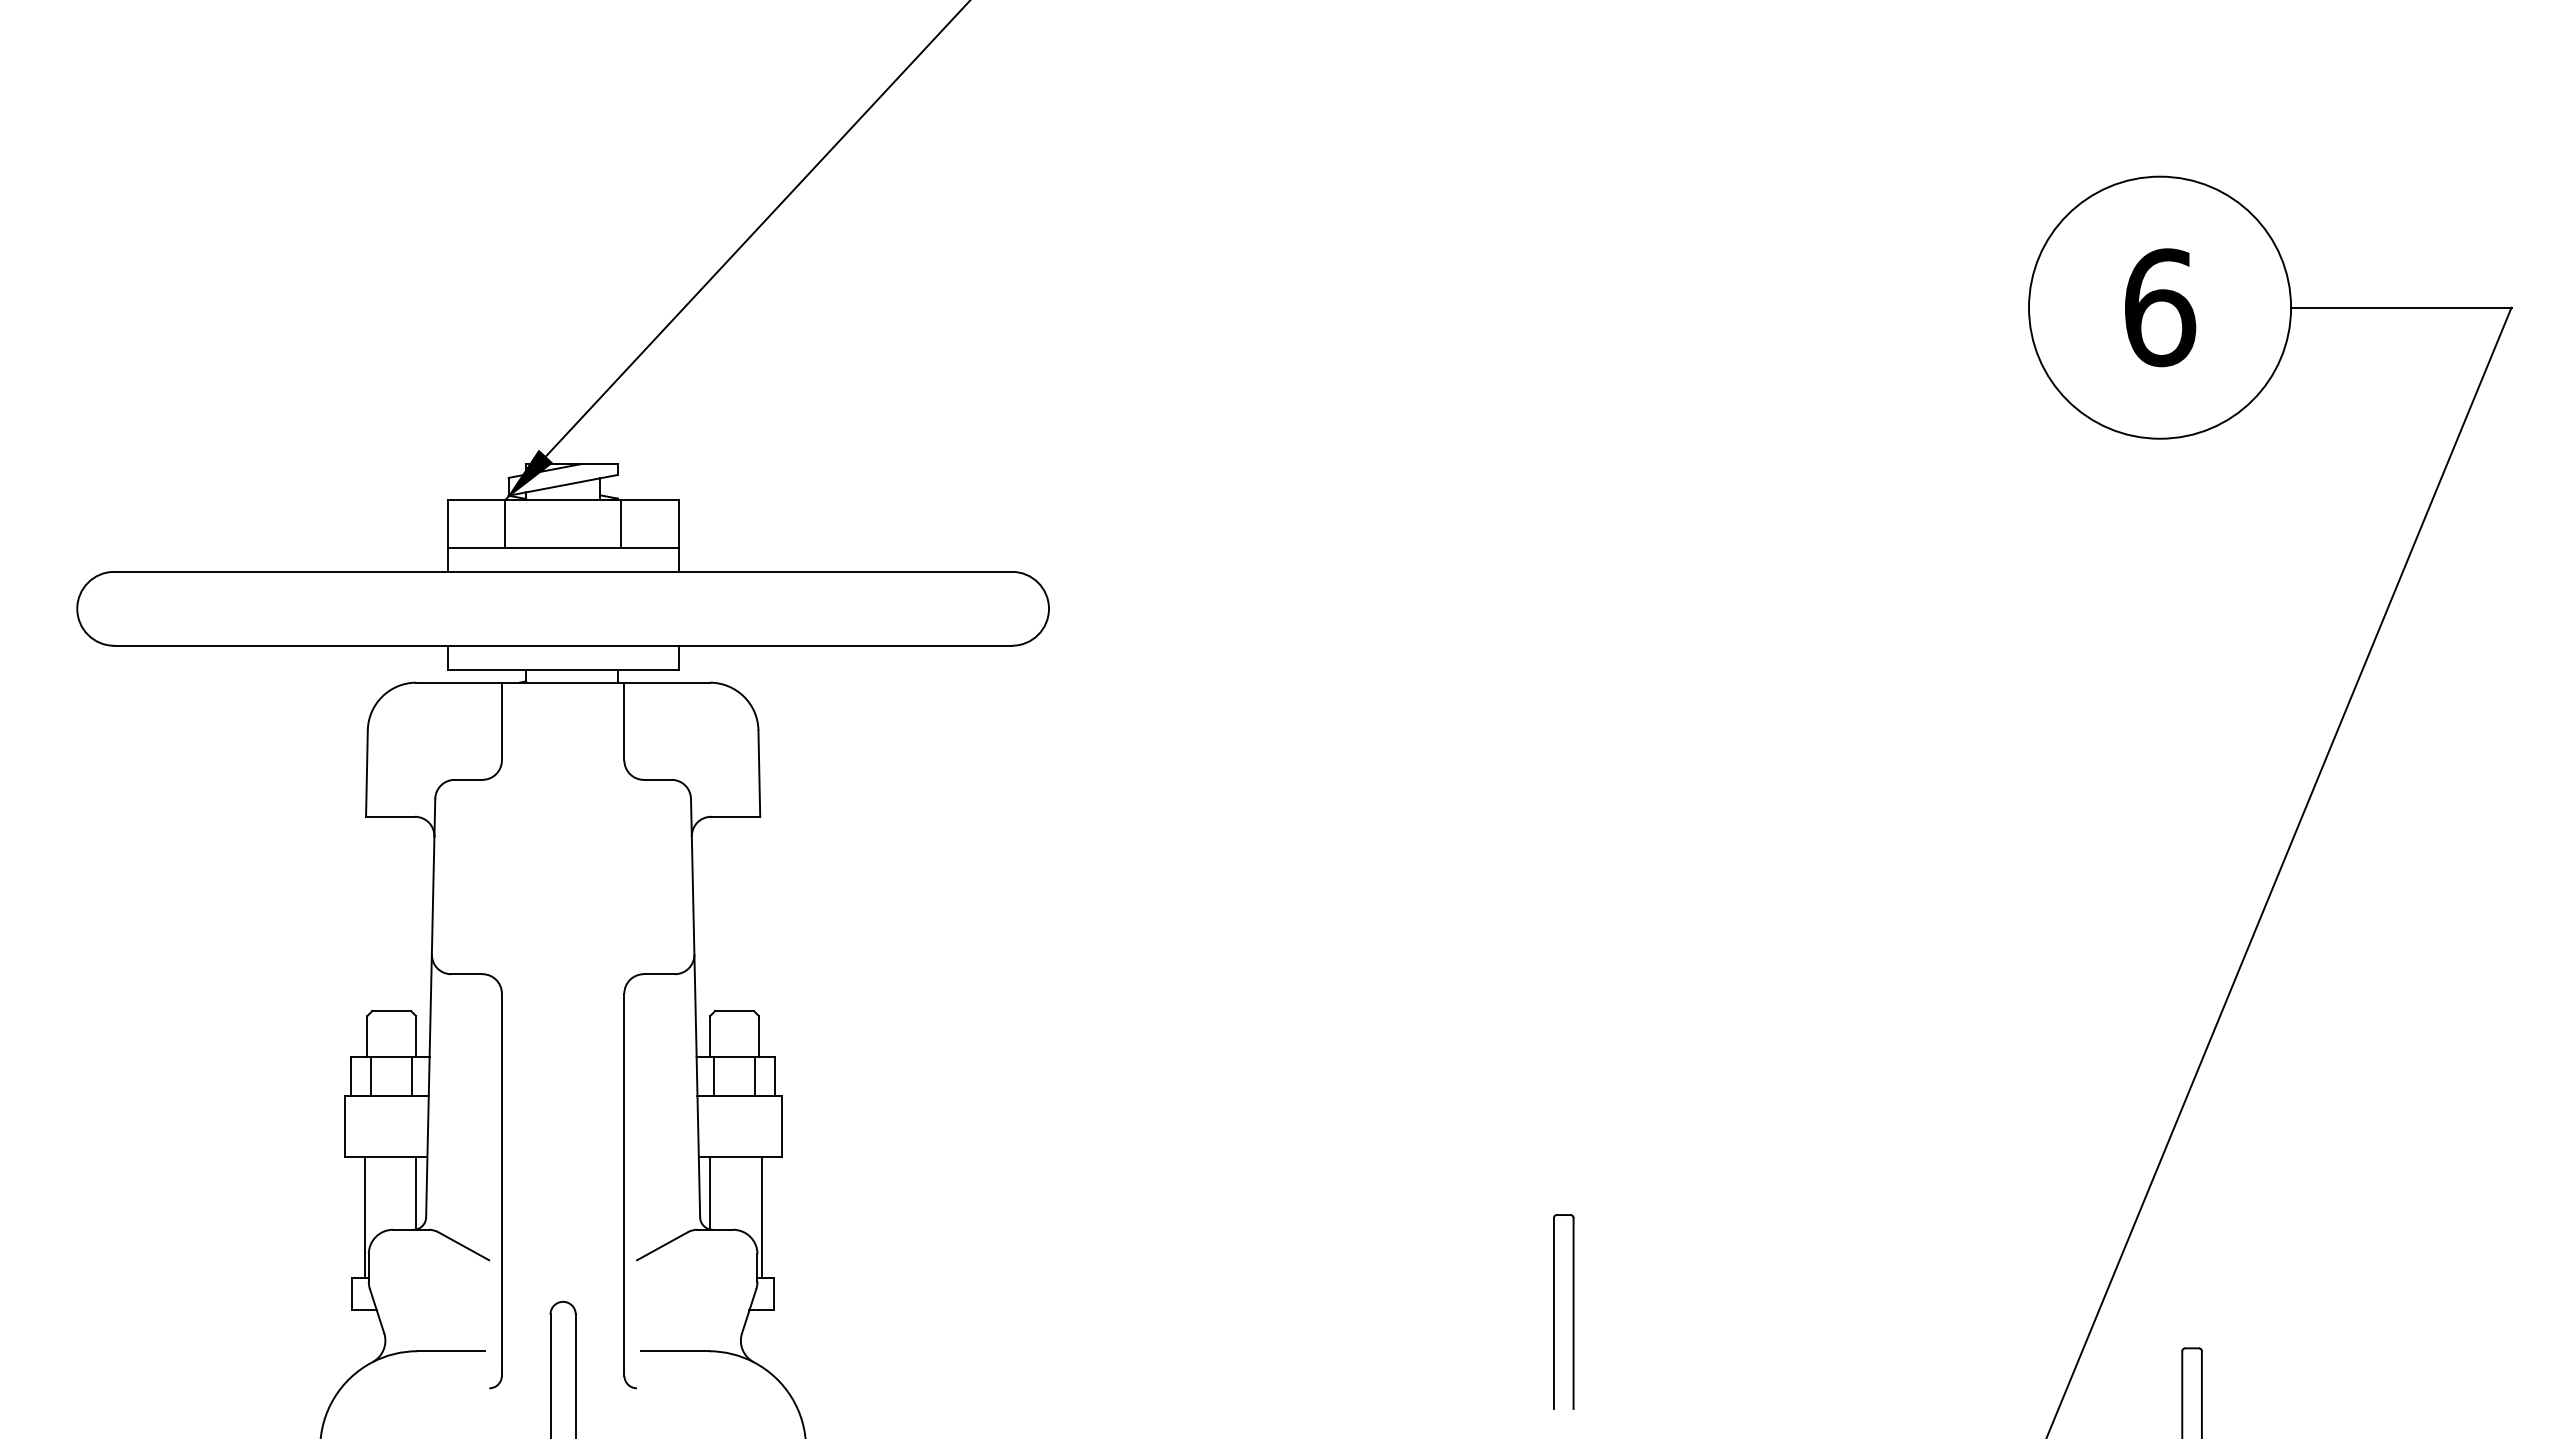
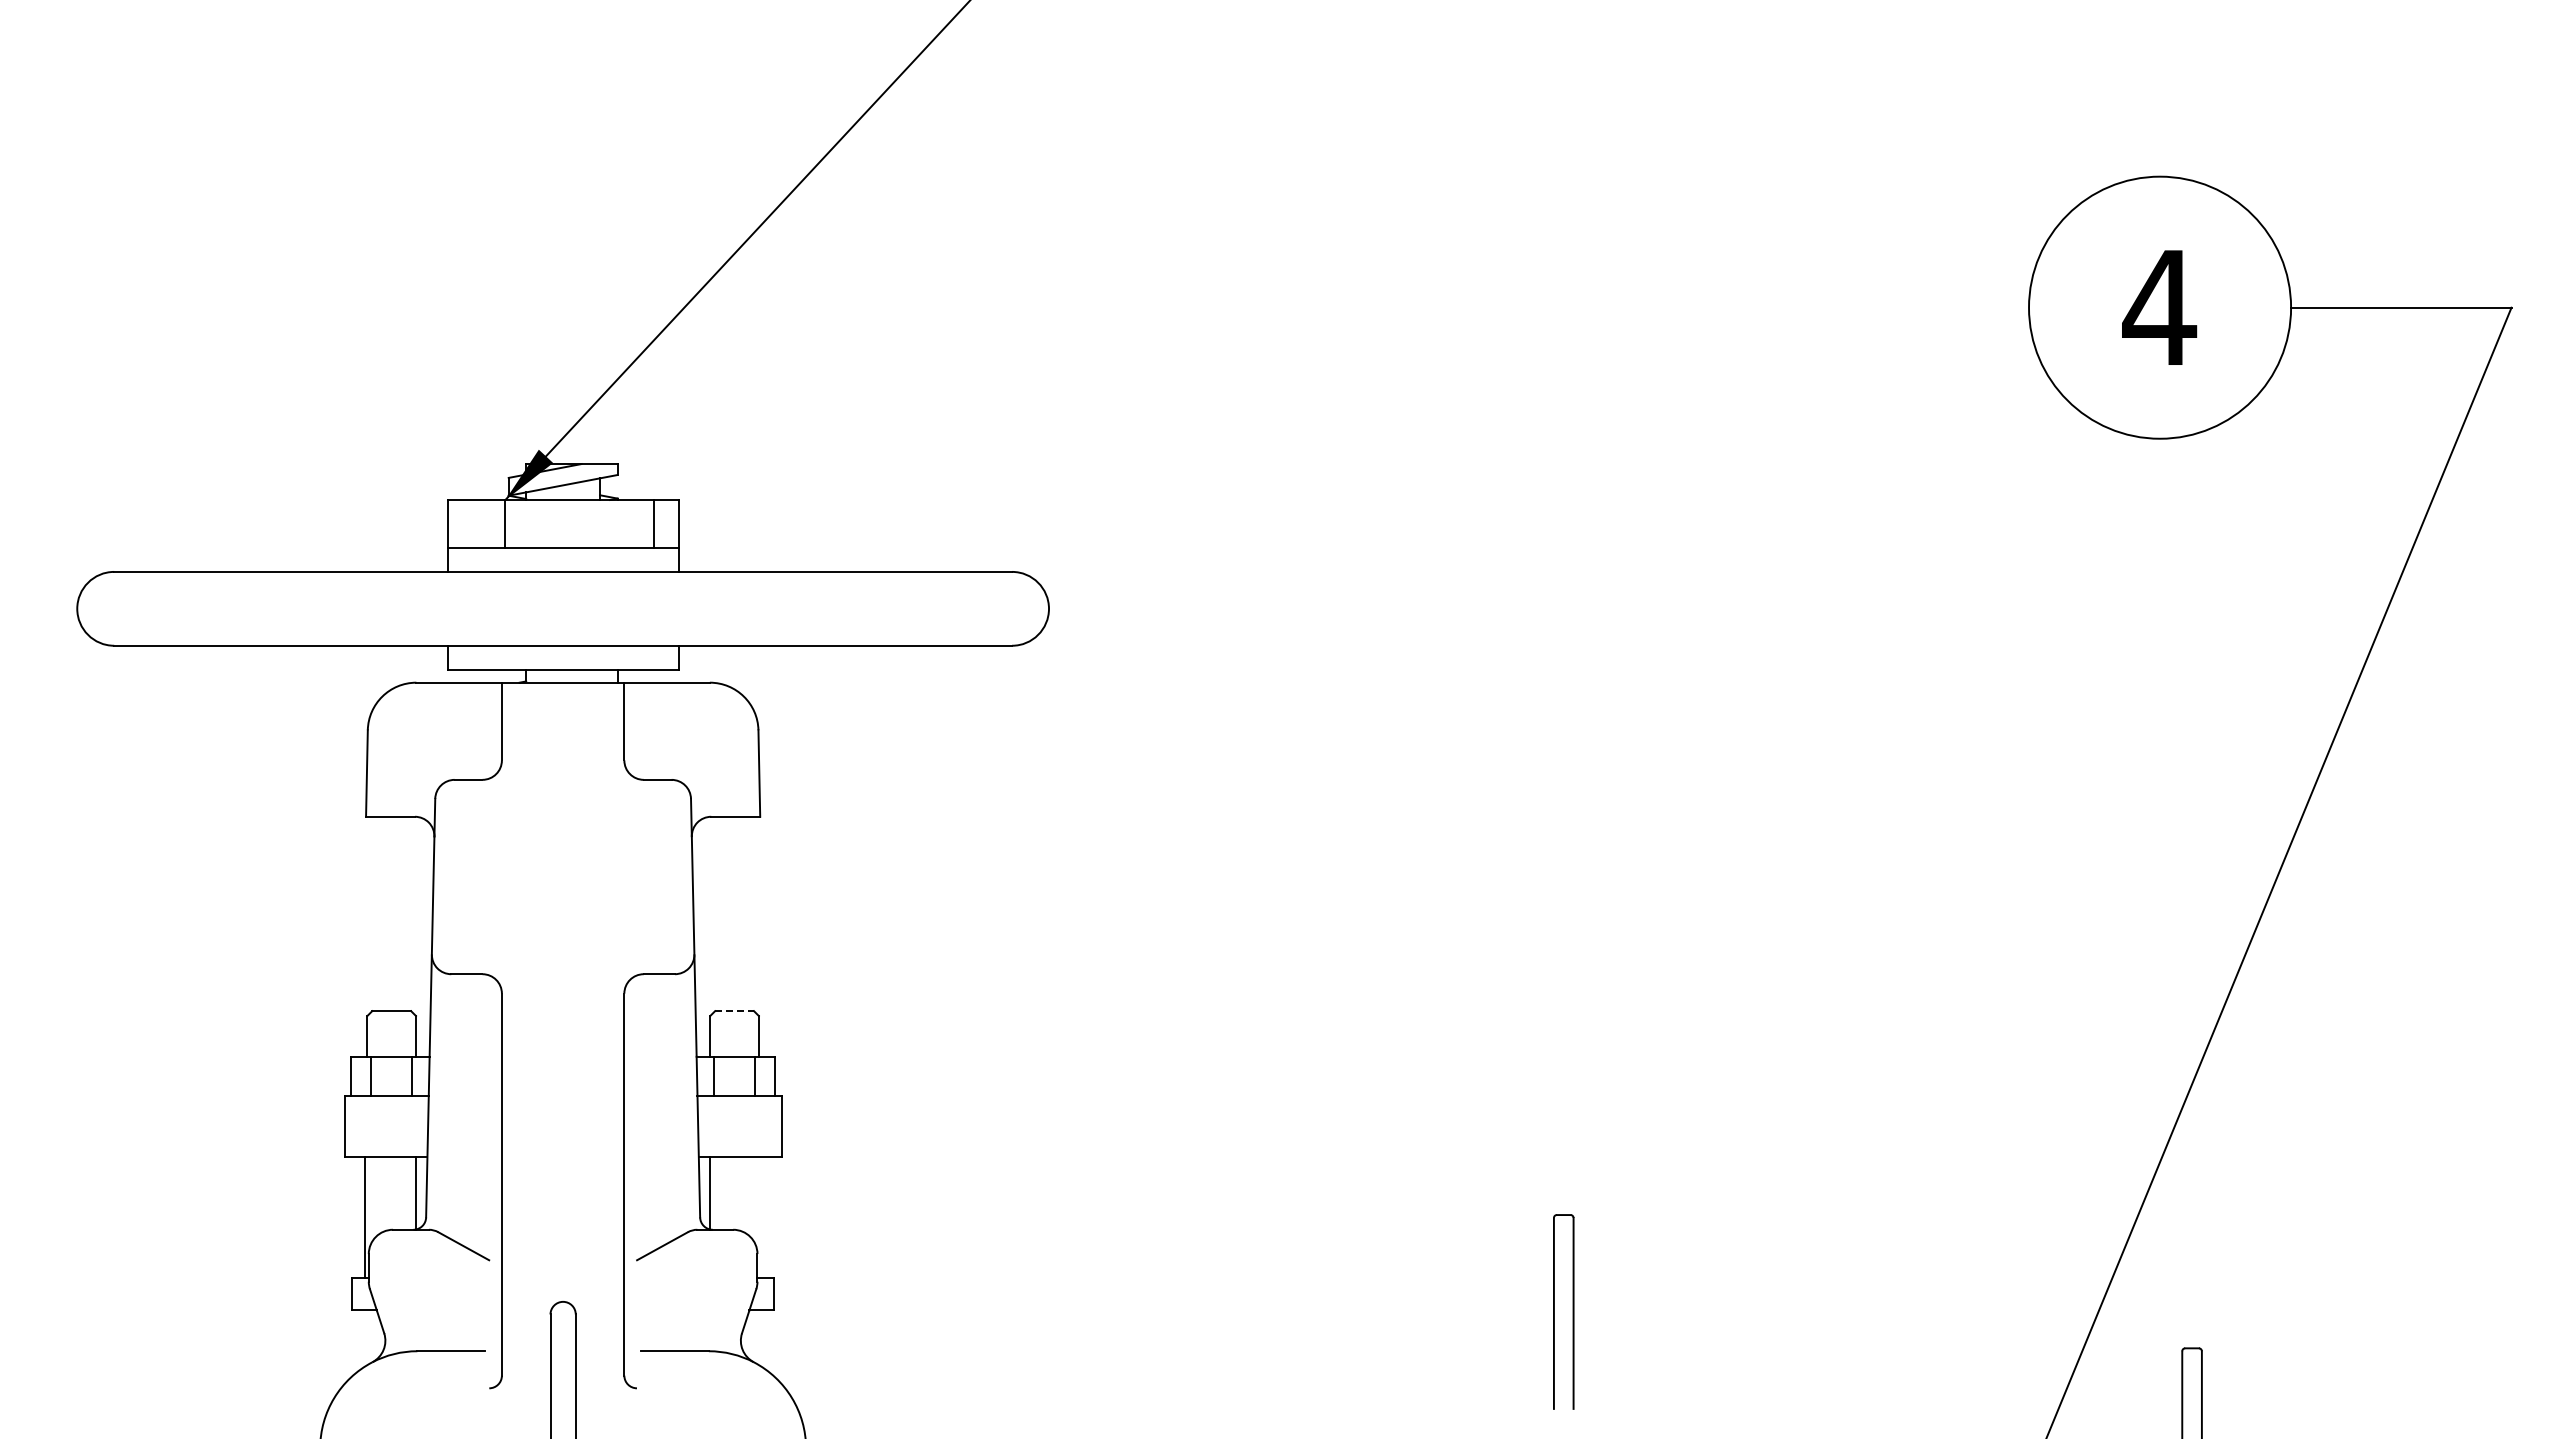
text at (2159, 307): 6 -> 4
line at (620, 523) position: (620, 523) -> (653, 523)
line at (735, 1011): solid -> dashed
line at (761, 1217): present -> none
